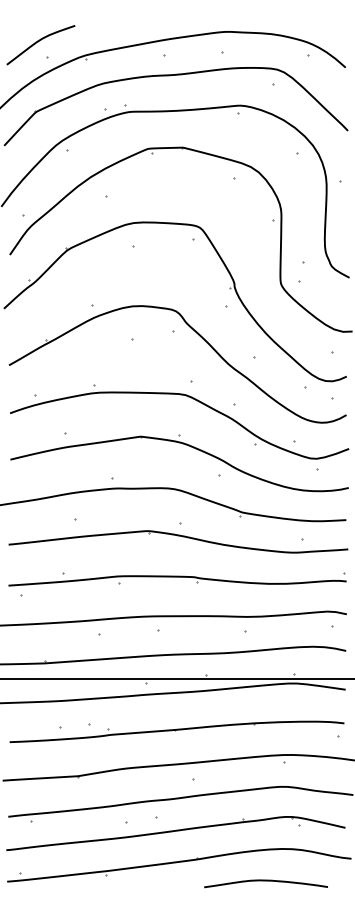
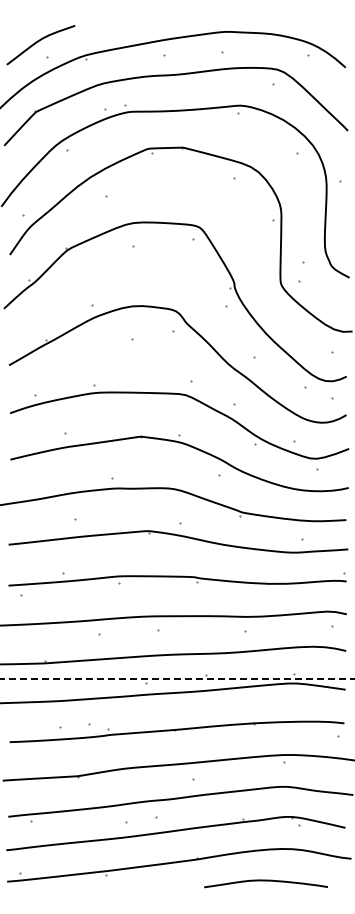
line at (177, 678): solid -> dashed
